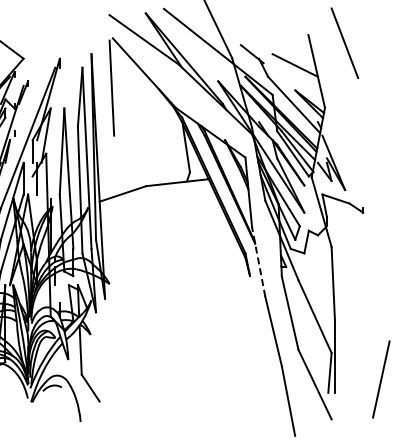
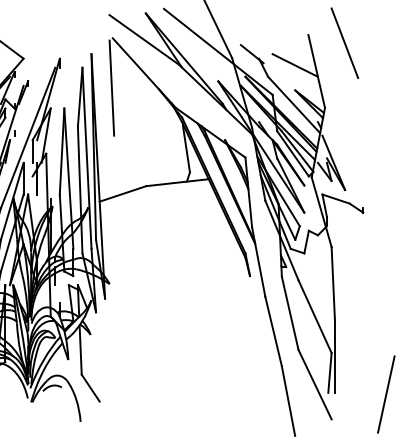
line at (258, 261): dashed -> solid
line at (381, 379) position: (381, 379) -> (386, 394)
